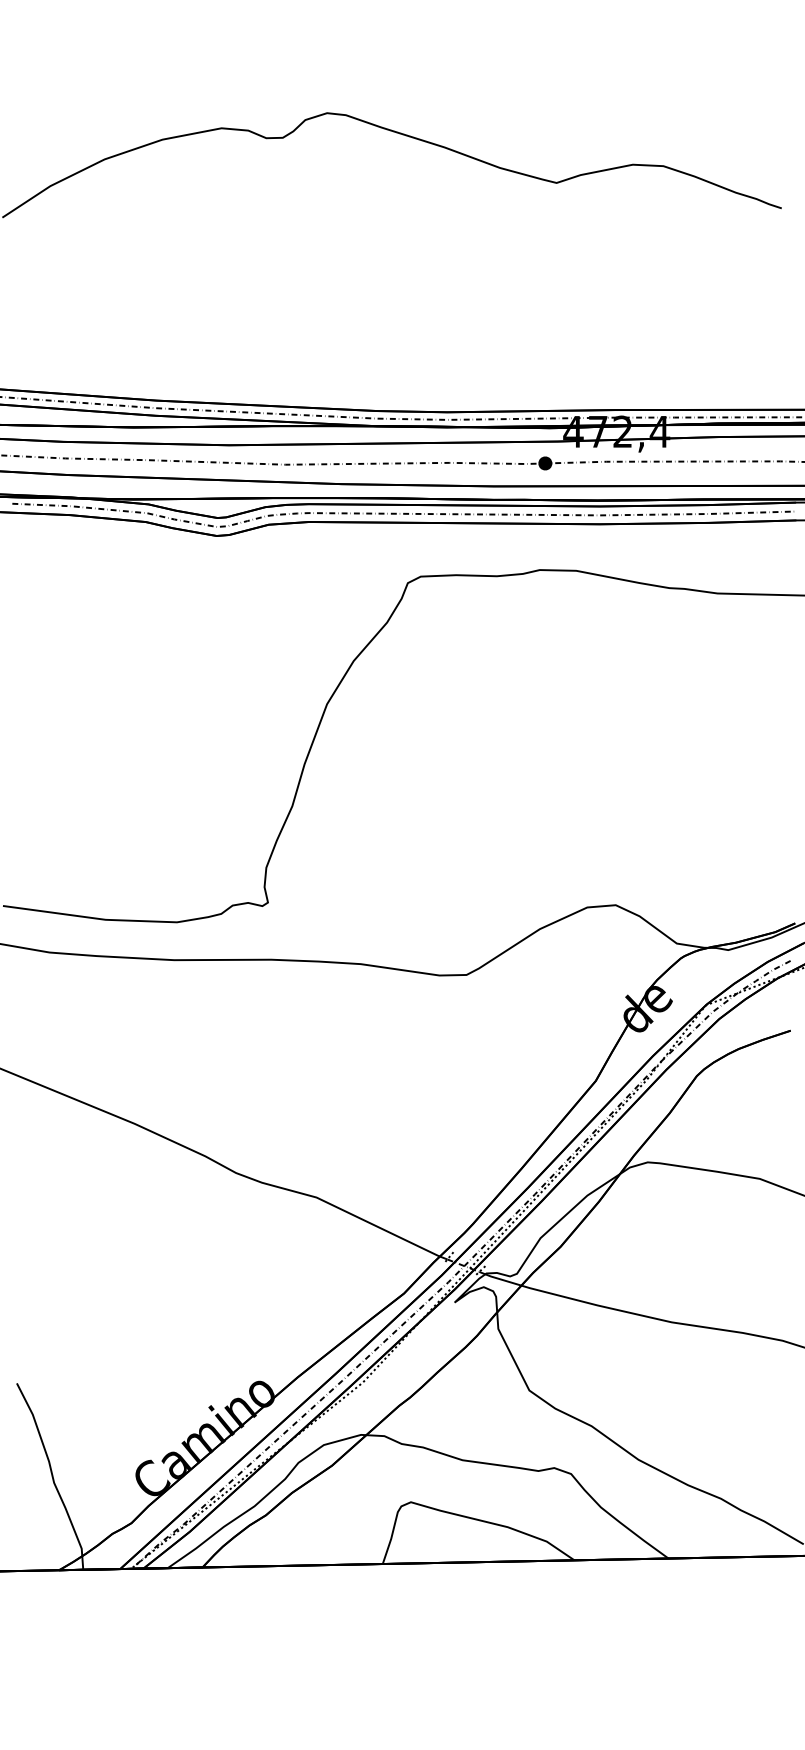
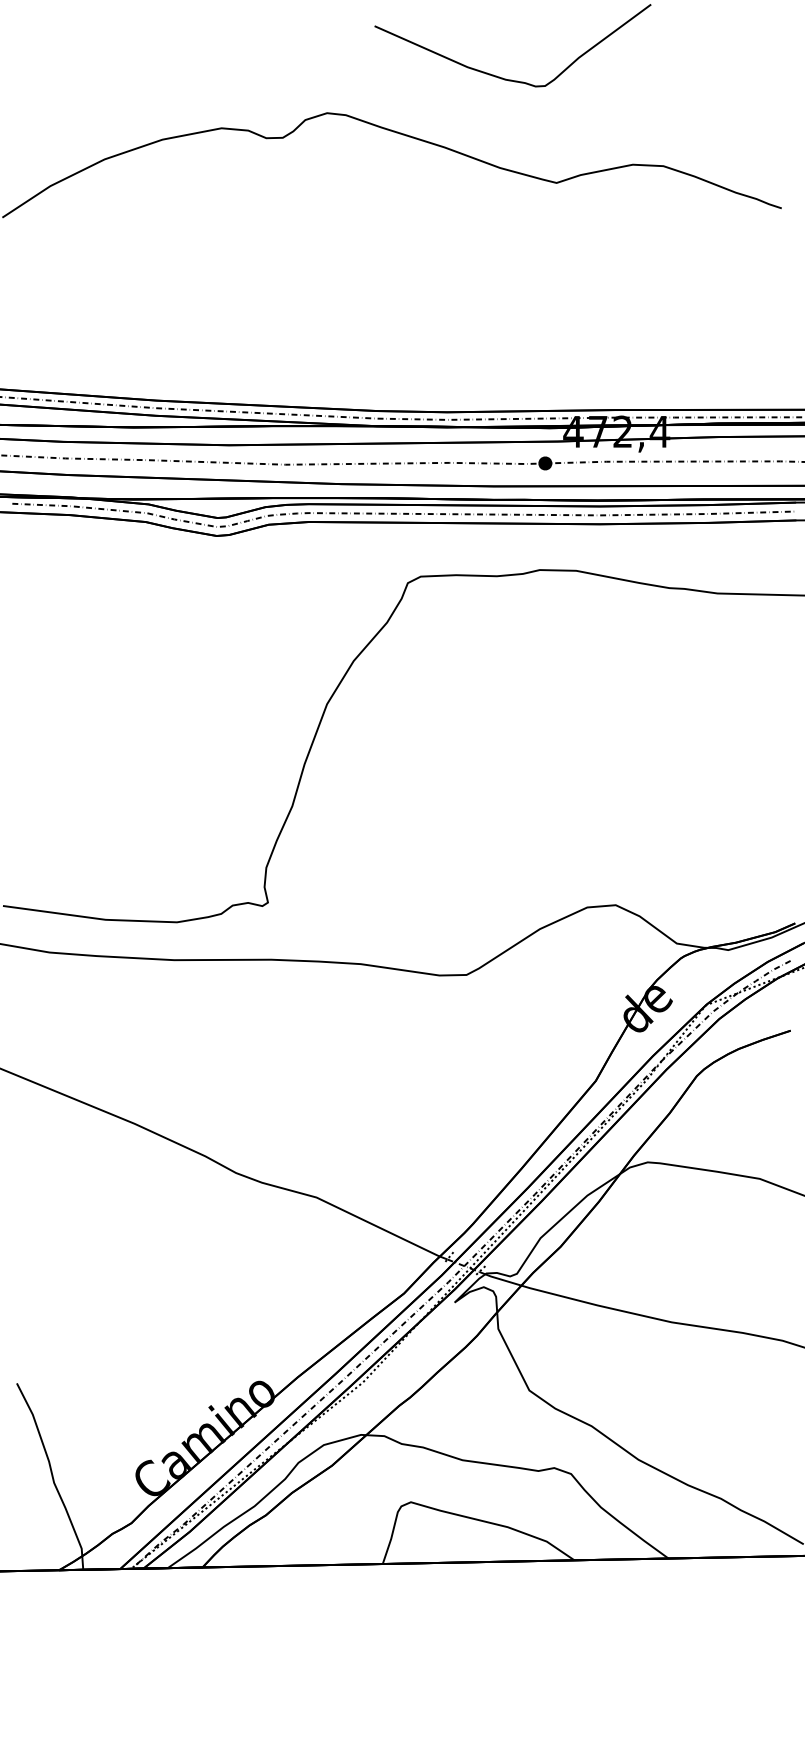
curve at (502, 77): none -> present
